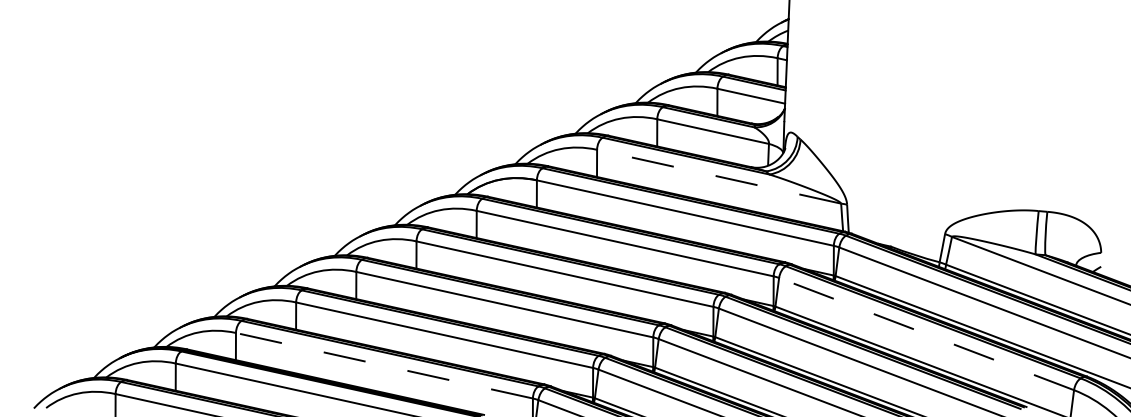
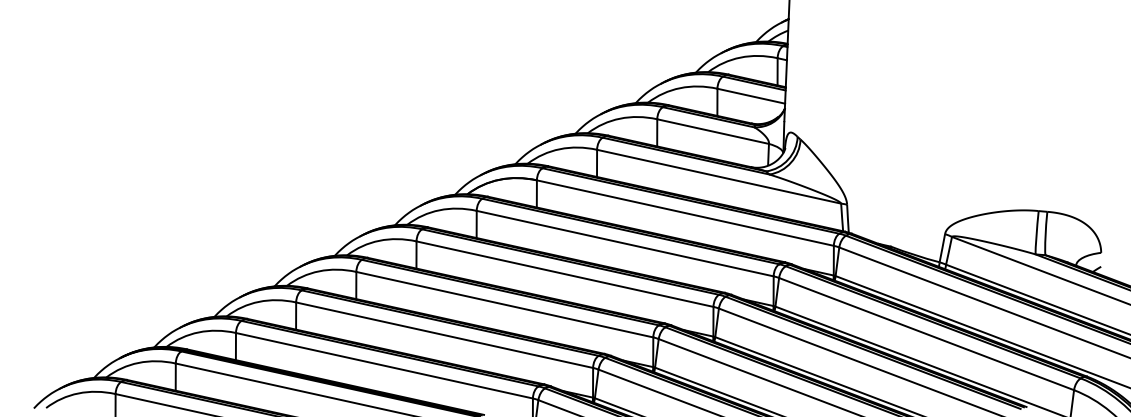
line at (719, 176): dashed -> solid
line at (926, 334): dashed -> solid
line at (383, 365): dashed -> solid
